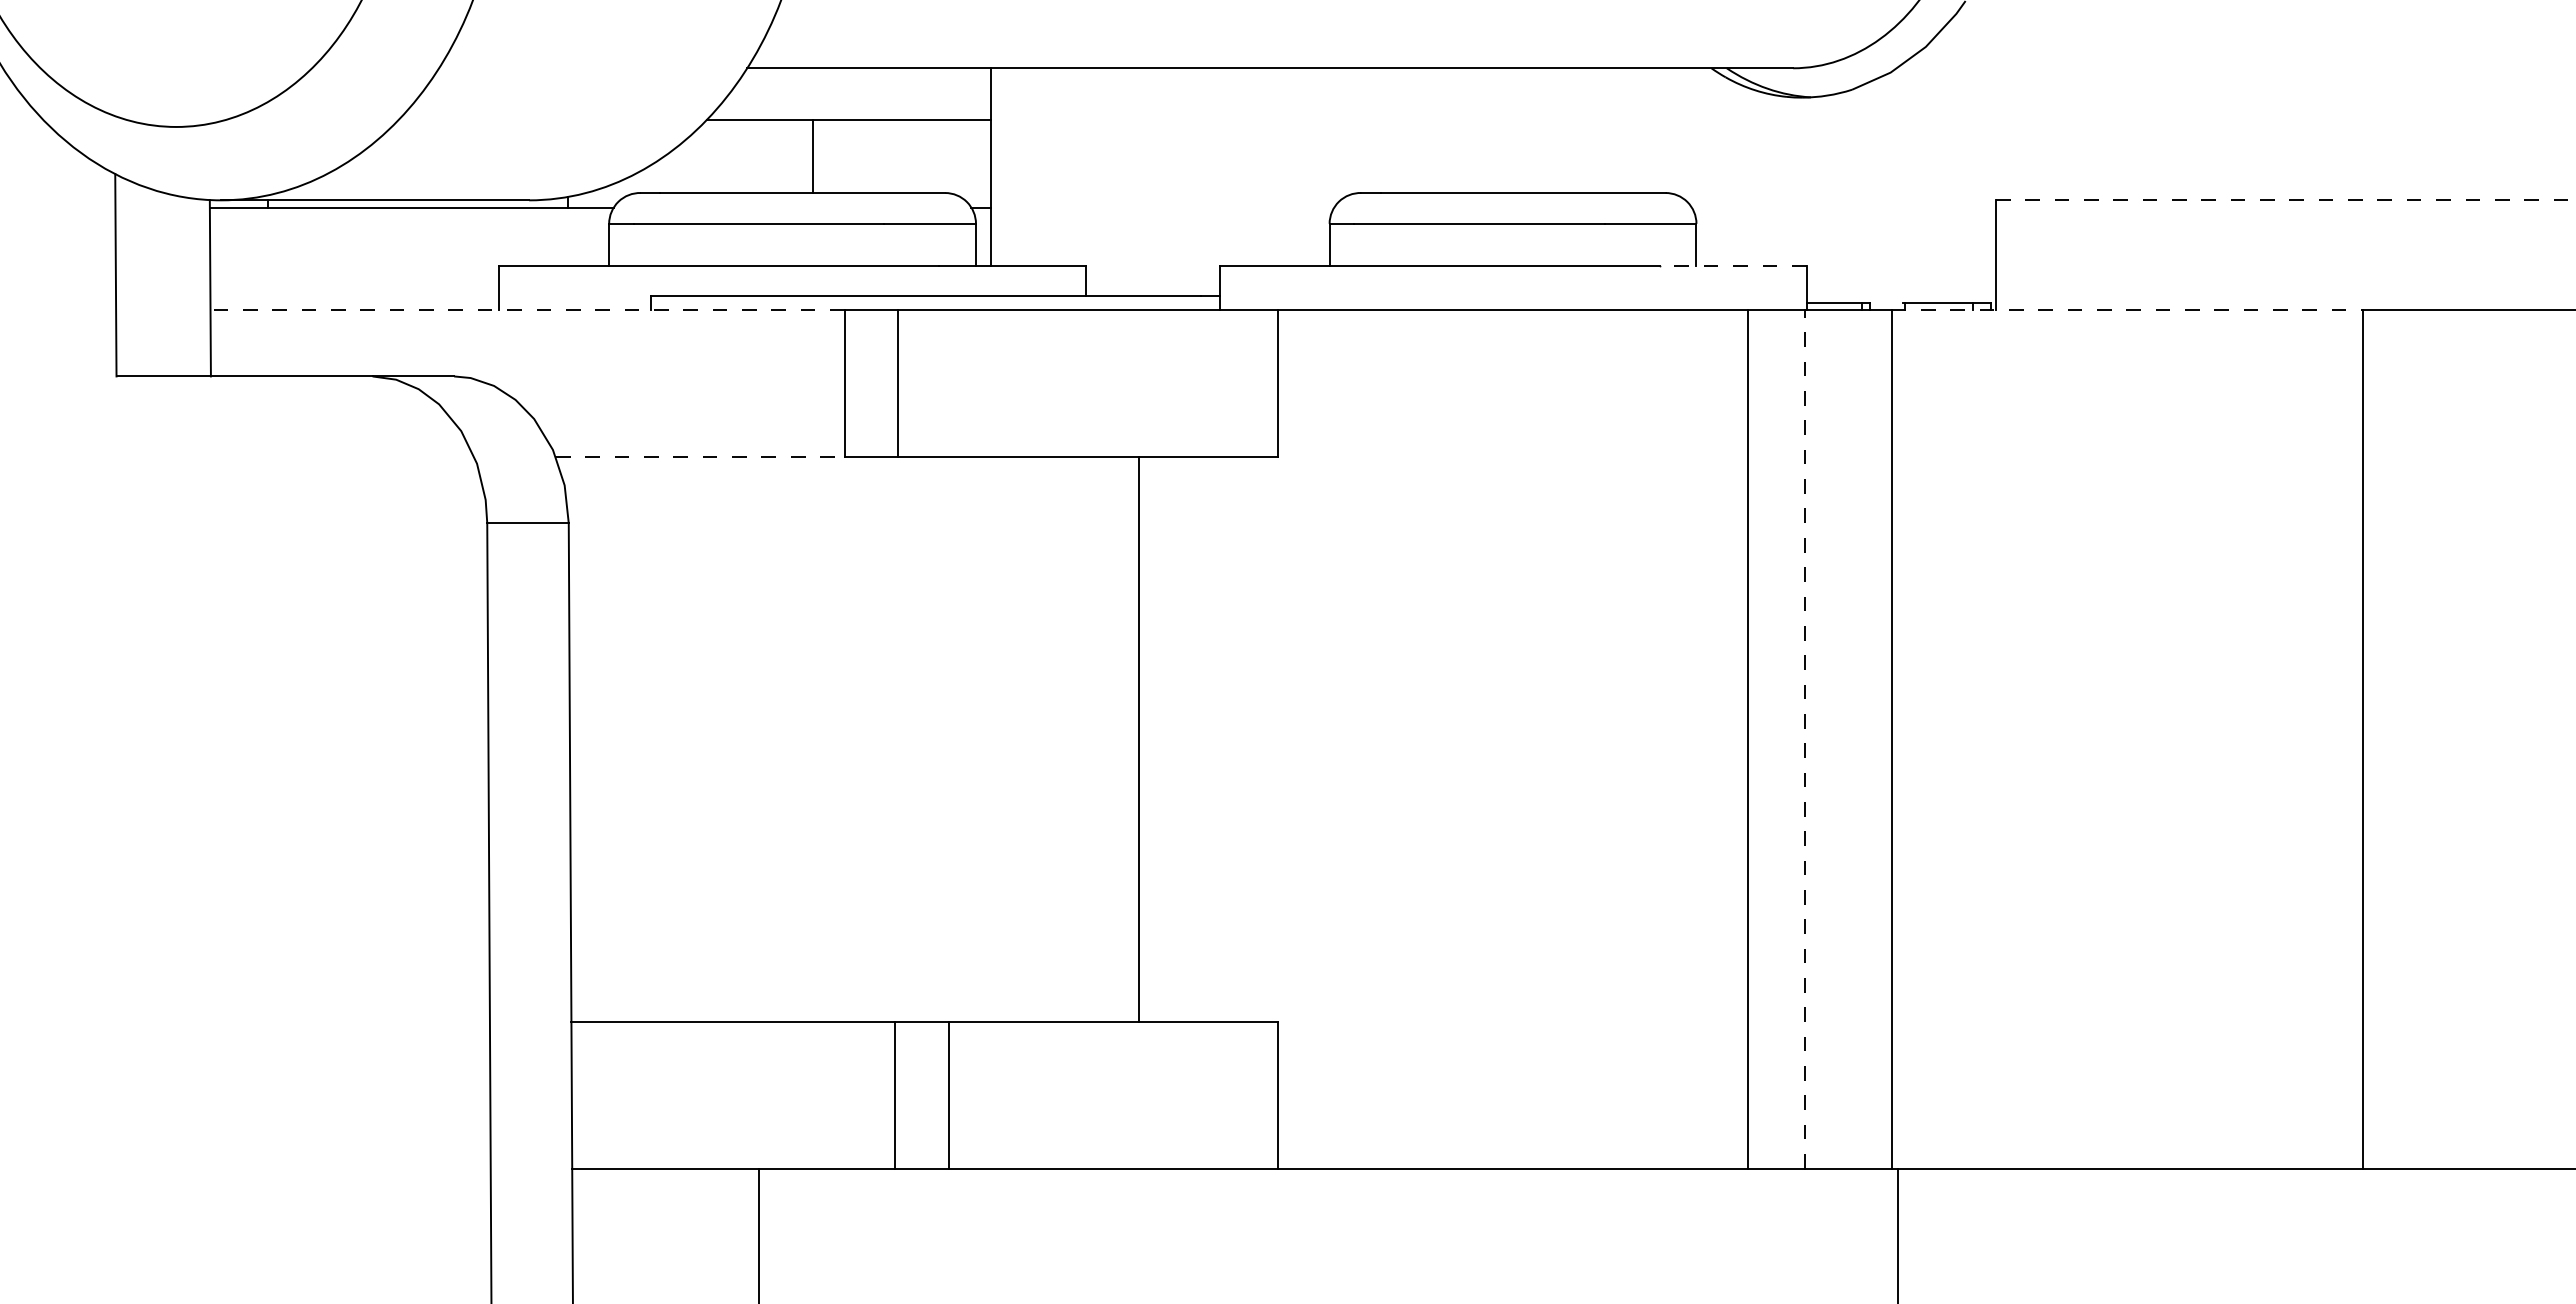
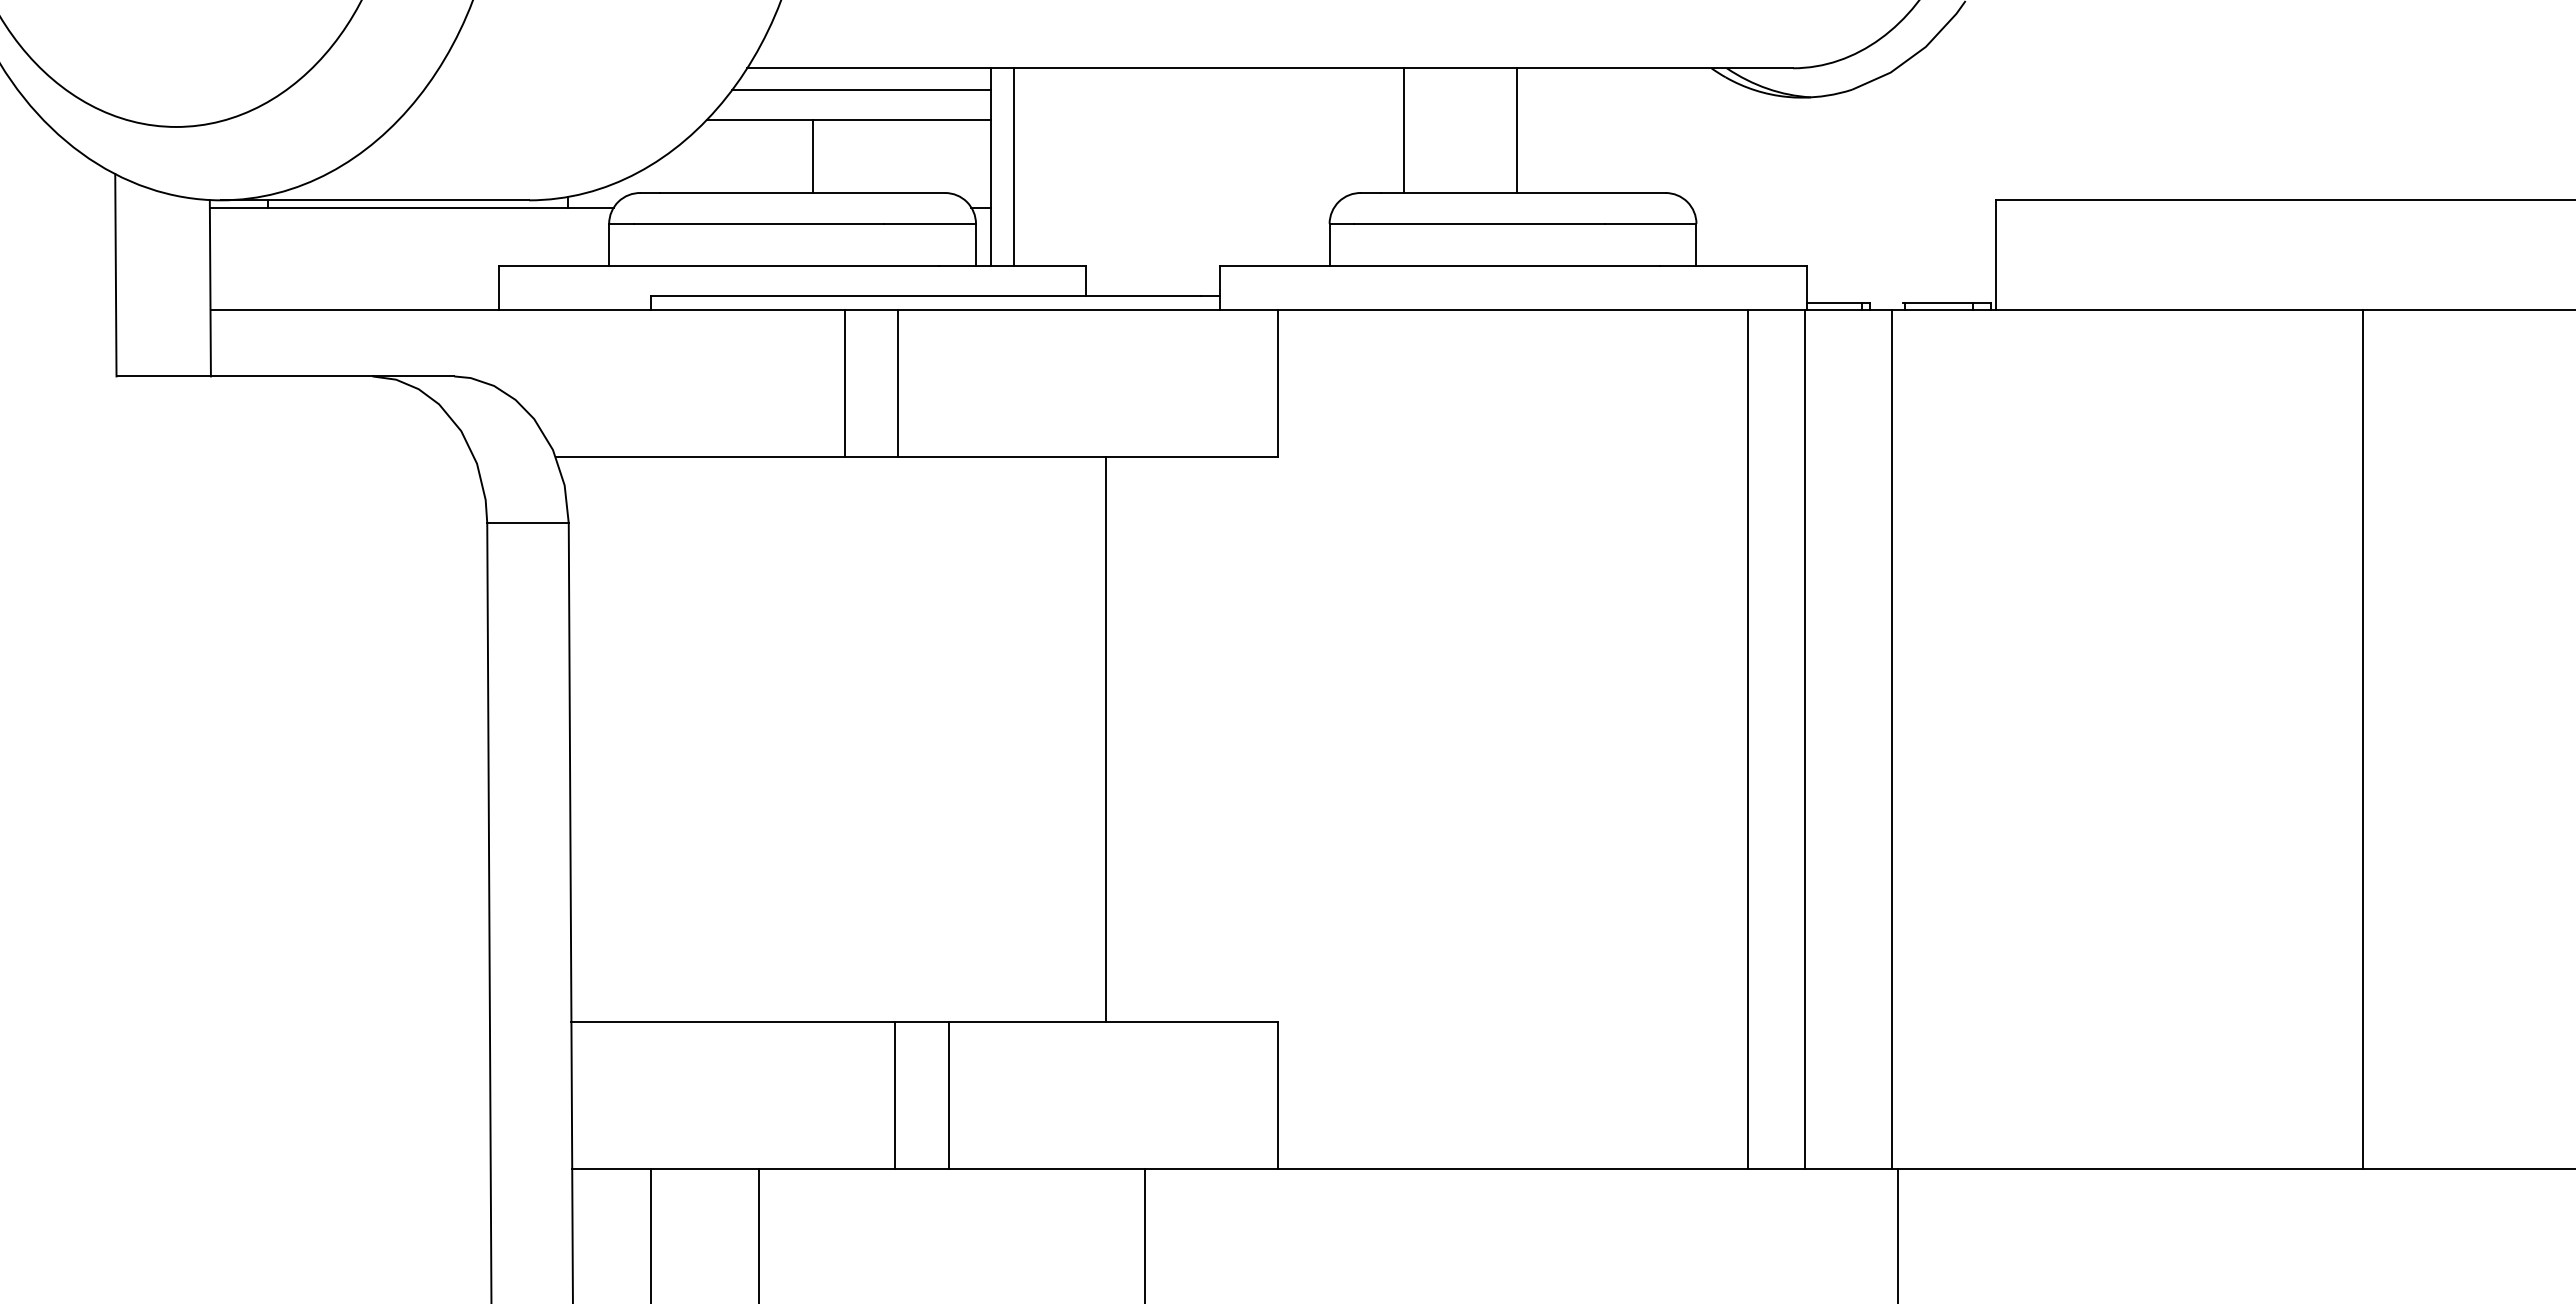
line at (861, 90): none -> present
line at (1404, 130): none -> present
line at (1516, 130): none -> present
line at (1014, 167): none -> present
line at (2285, 200): dashed -> solid
line at (1732, 266): dashed -> solid
line at (527, 310): dashed -> solid
line at (2127, 310): dashed -> solid
line at (700, 457): dashed -> solid
line at (1139, 739) position: (1139, 739) -> (1106, 739)
line at (1805, 739): dashed -> solid
line at (651, 1234): none -> present
line at (1144, 1234): none -> present
